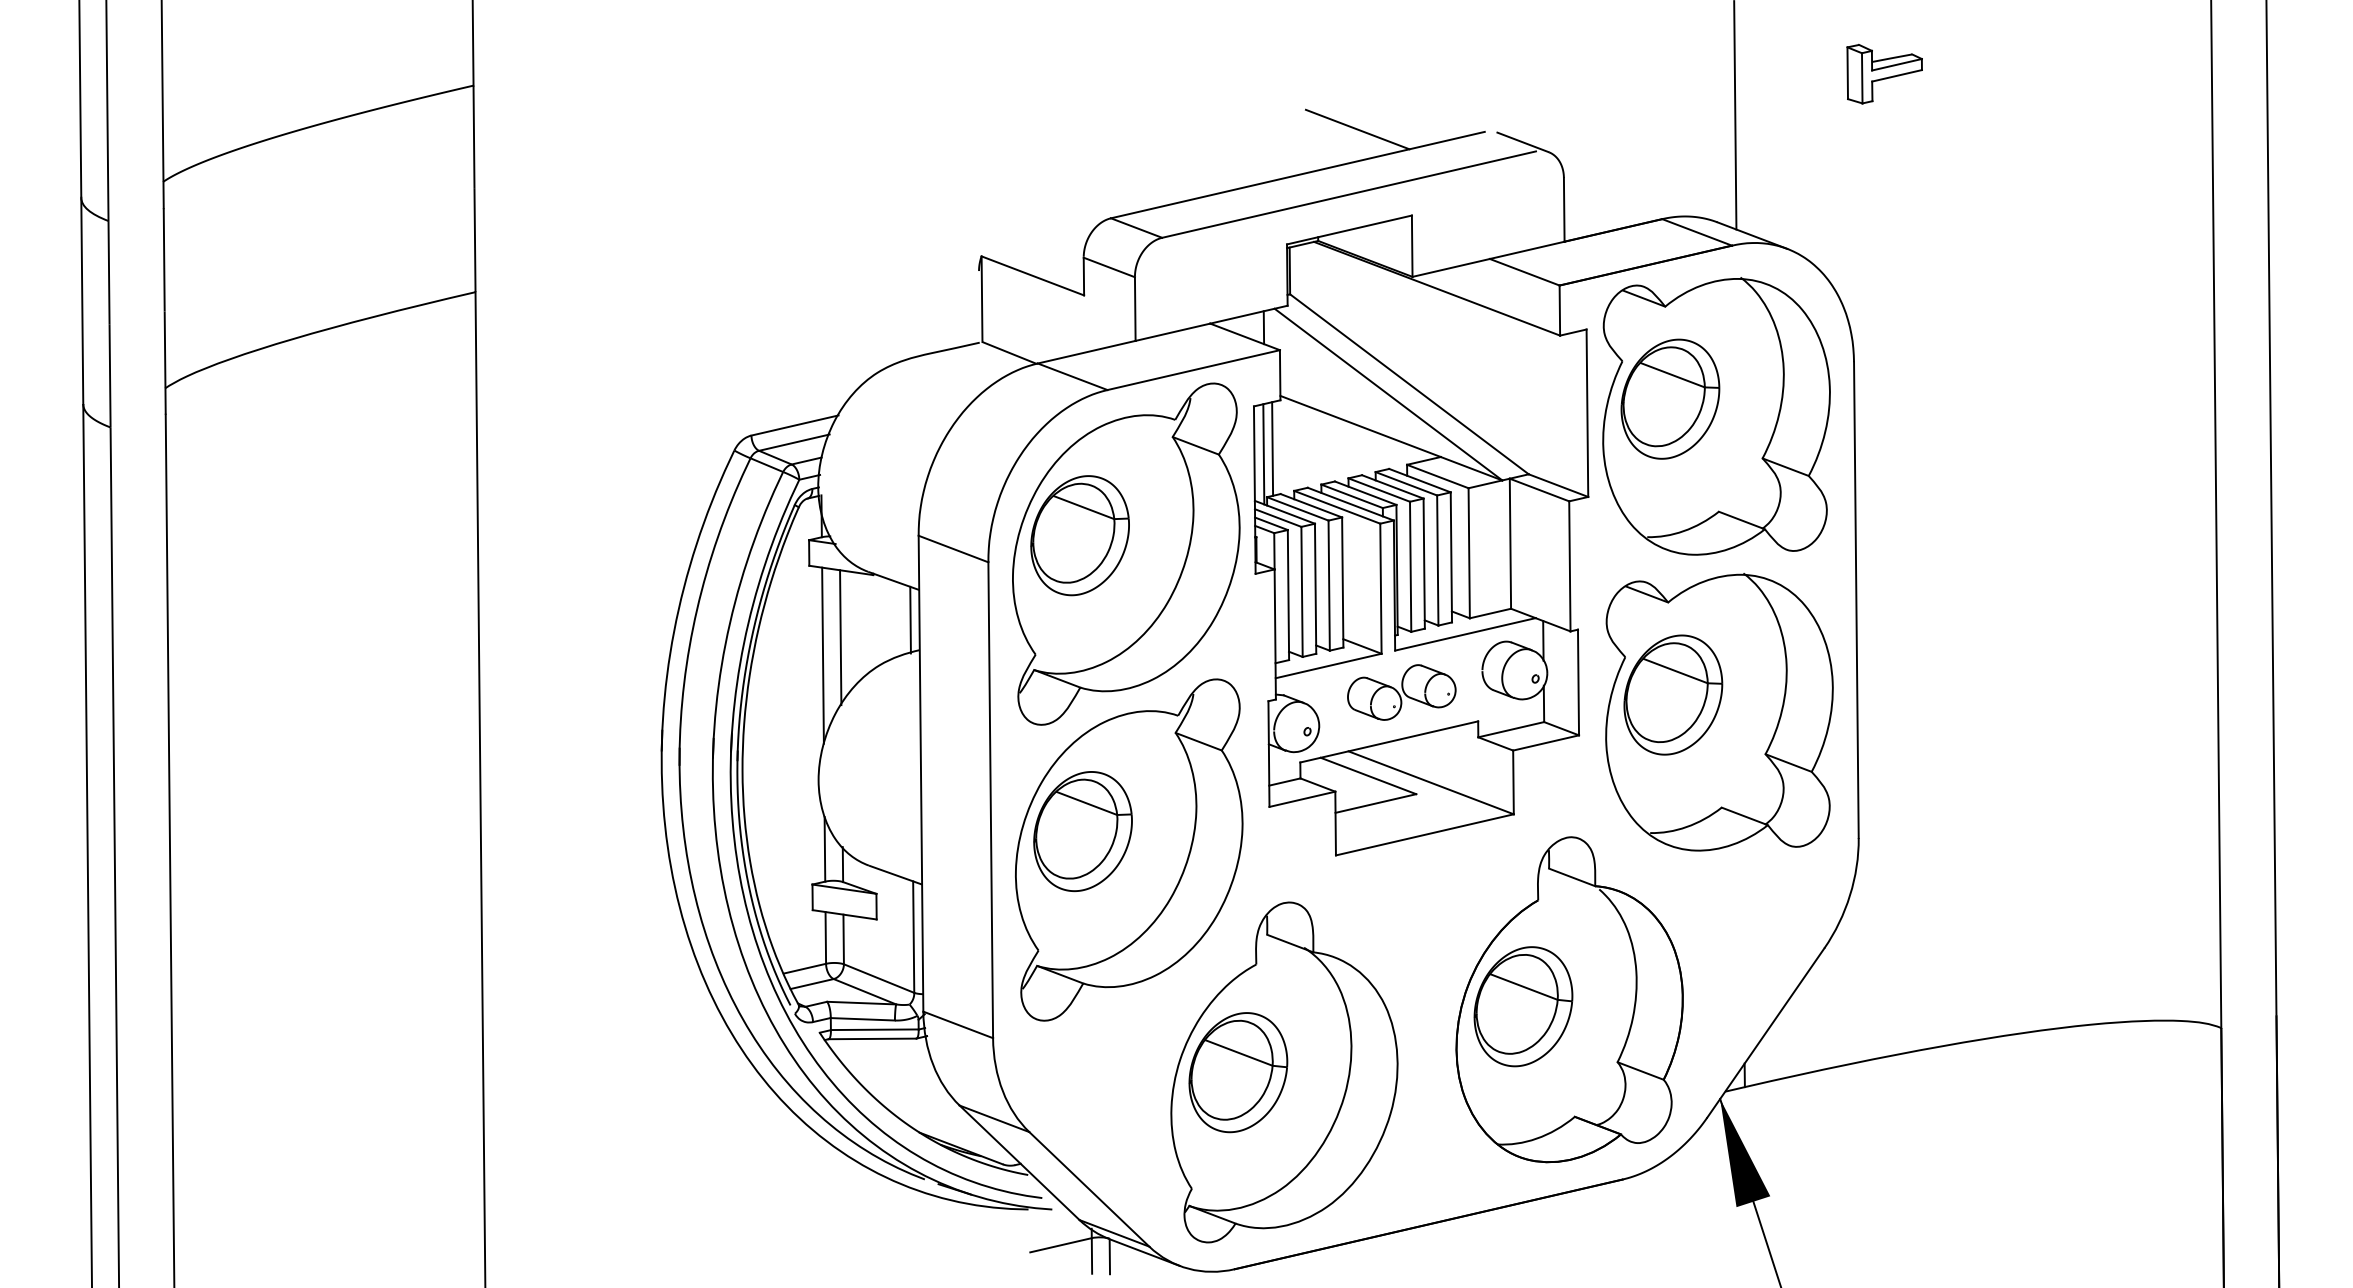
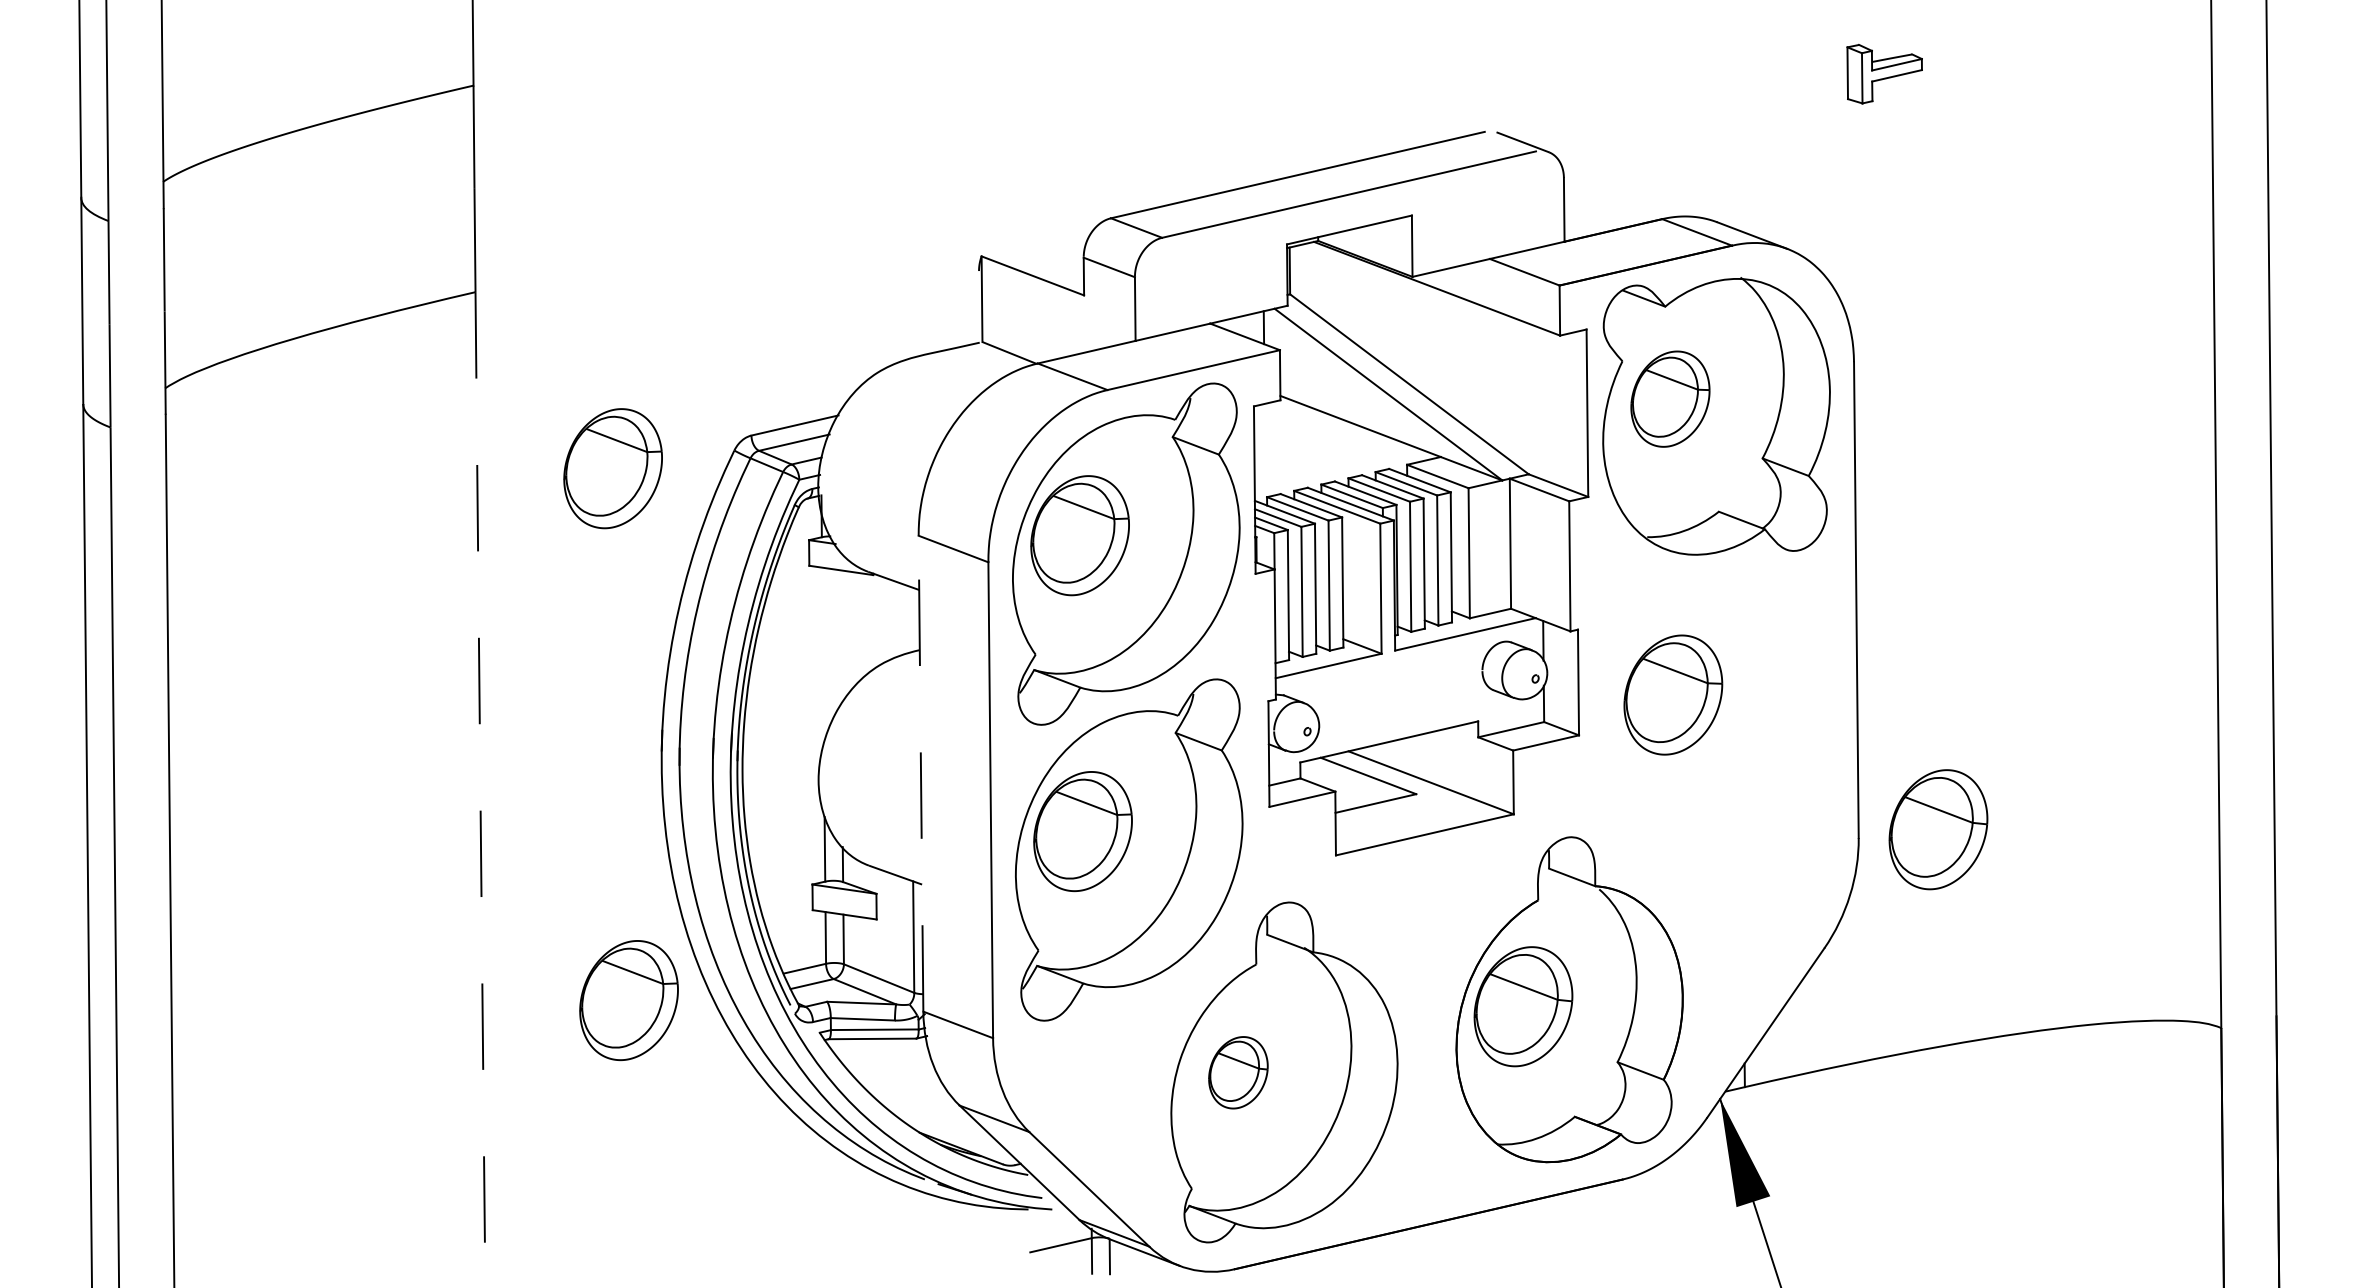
line at (1735, 115): present -> none
line at (1357, 129): present -> none
part at (1670, 398) size: 101x122 px -> 81x98 px
line at (1272, 448): present -> none
line at (1263, 454): present -> none
part at (612, 468): none -> present
line at (910, 619): present -> none
line at (840, 637): present -> none
line at (822, 655): present -> none
part at (1401, 692): present -> none
part at (1719, 712): present -> none
line at (921, 773): solid -> dashed
line at (480, 789): solid -> dashed
part at (1938, 829): none -> present
part at (628, 1000): none -> present
part at (1238, 1072) size: 101x122 px -> 61x74 px
